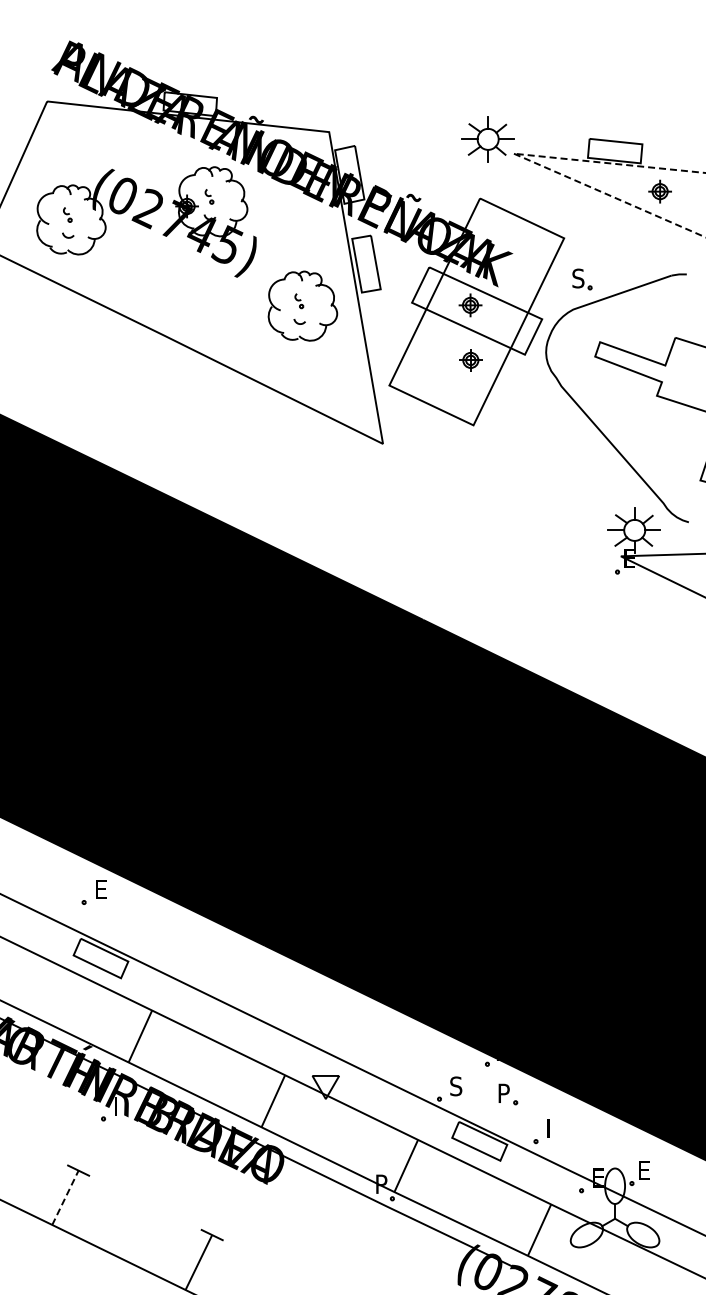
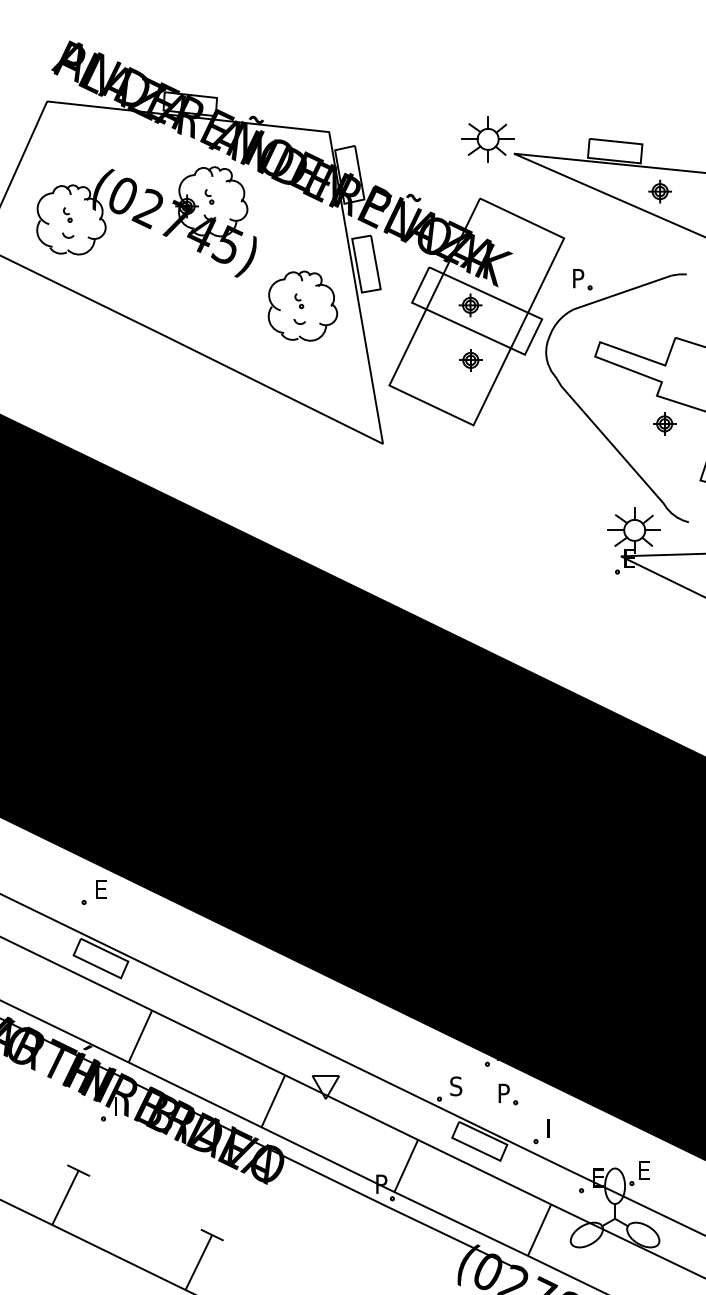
line at (698, 234): dashed -> solid
text at (578, 278): S -> P
part at (664, 423): none -> present
line at (65, 1197): dashed -> solid
